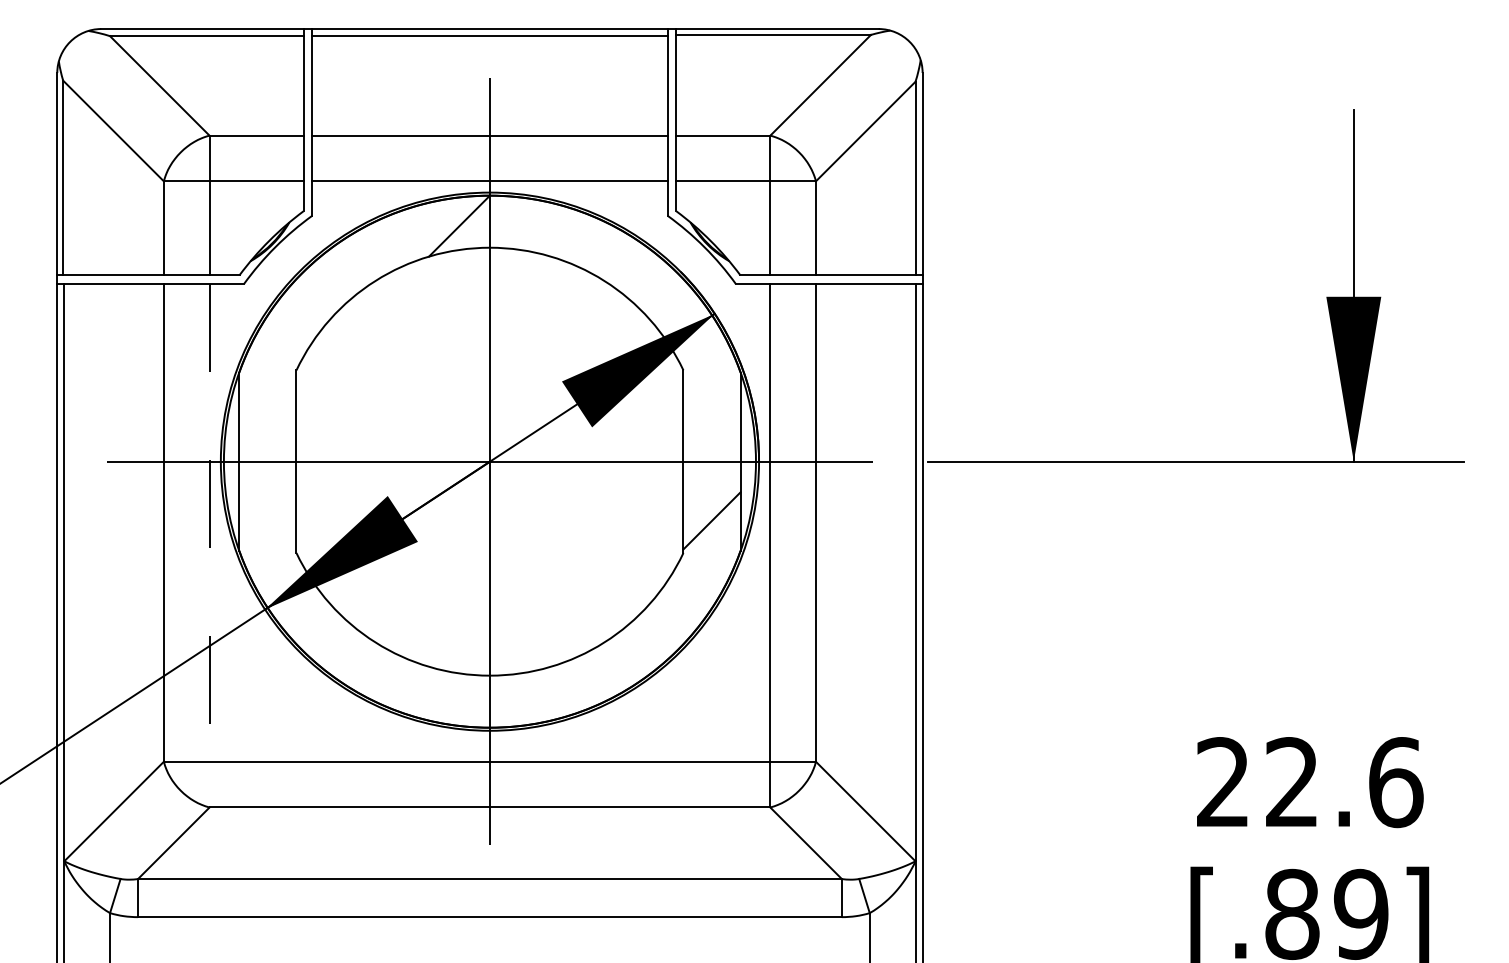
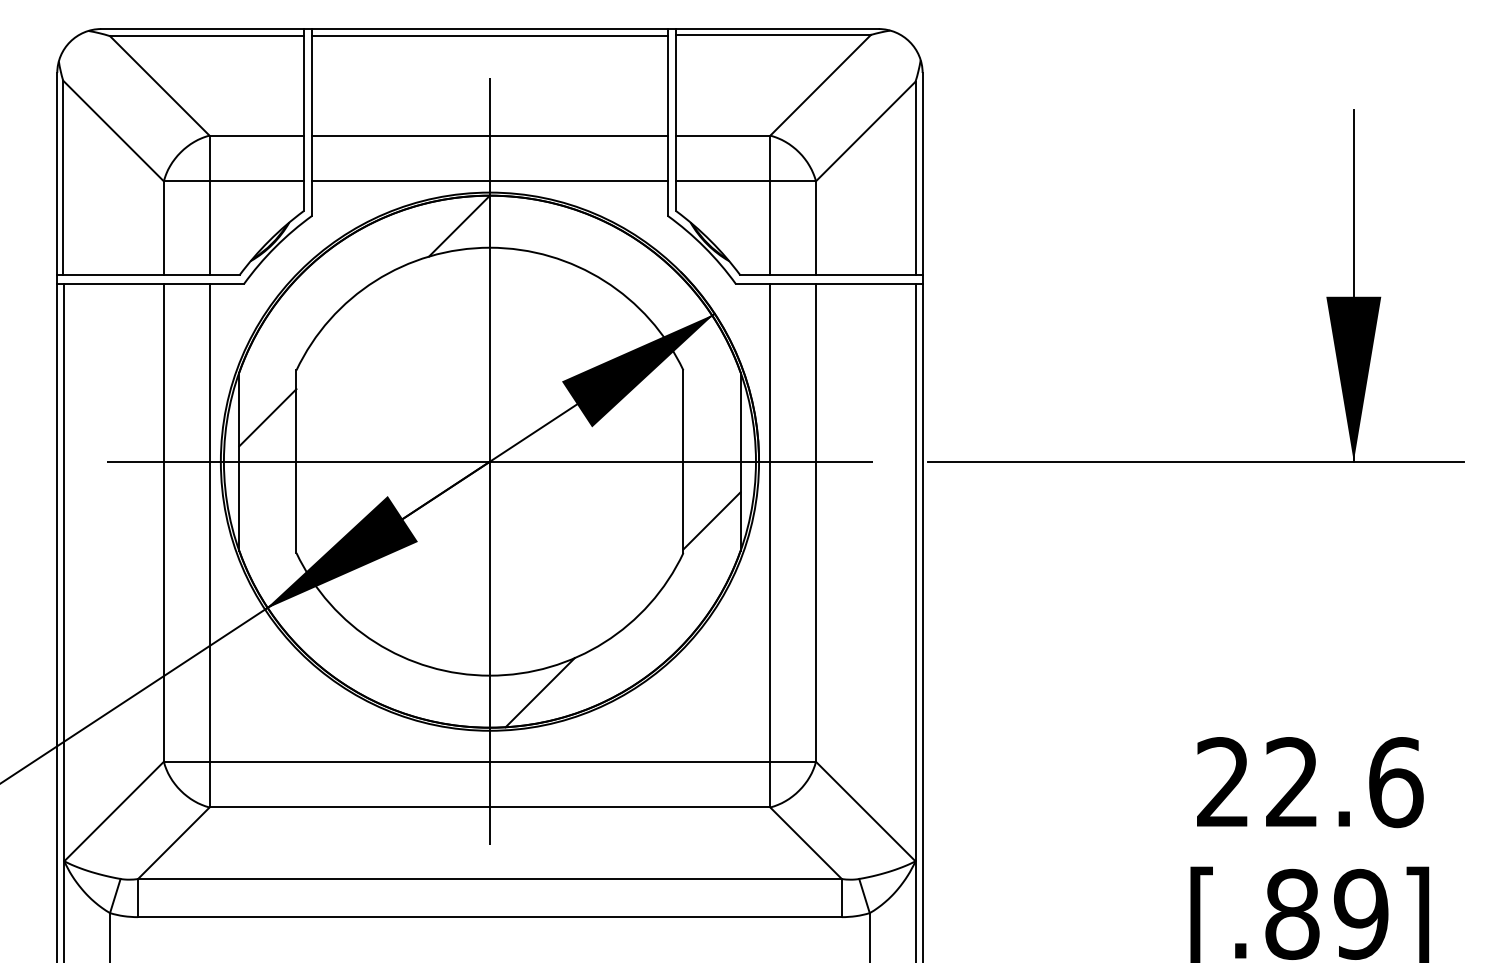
line at (267, 417): none -> present
line at (209, 545): dashed -> solid
line at (539, 692): none -> present
